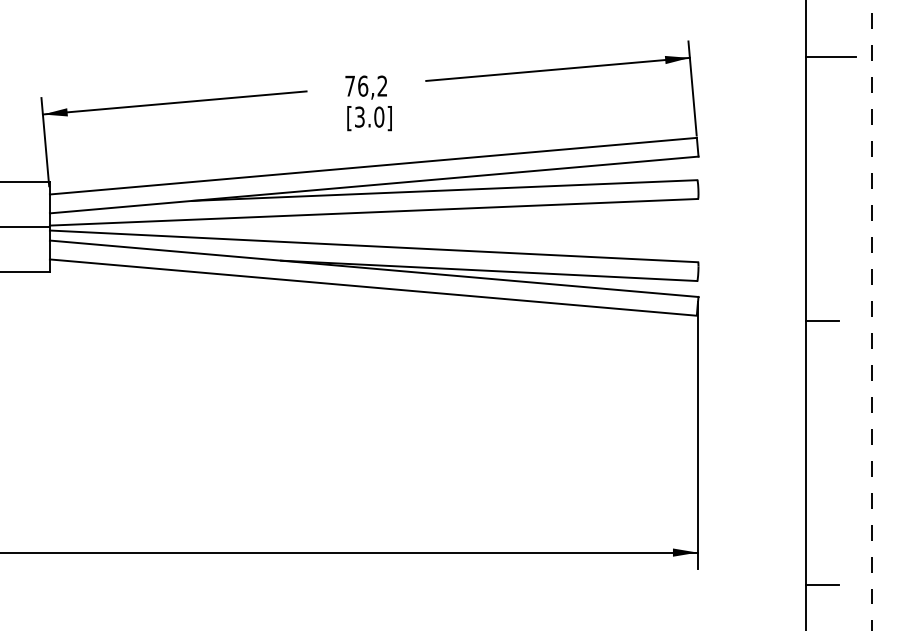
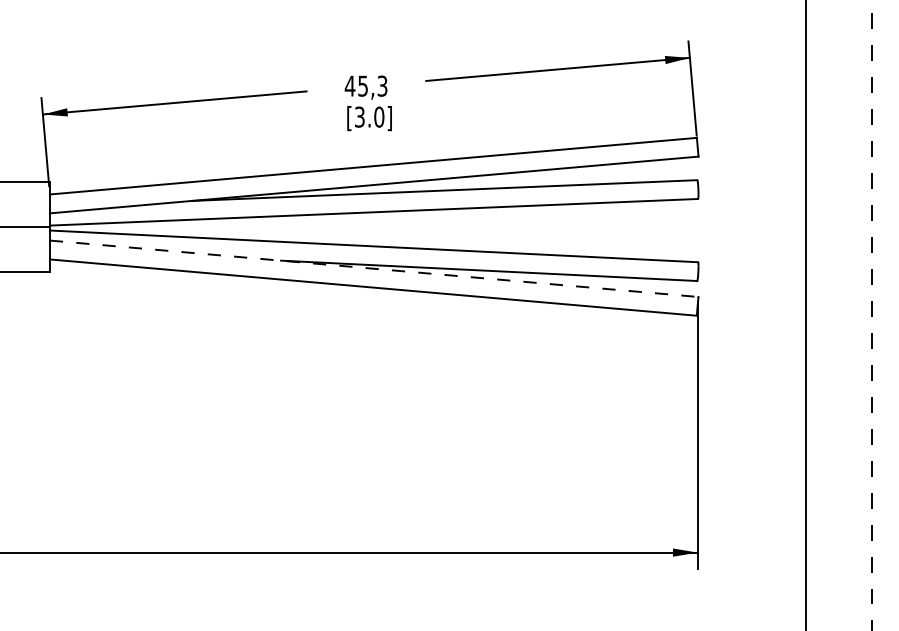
line at (830, 57): present -> none
text at (365, 85): 76,2 -> 45,3
line at (374, 268): solid -> dashed
line at (822, 321): present -> none
line at (822, 585): present -> none
